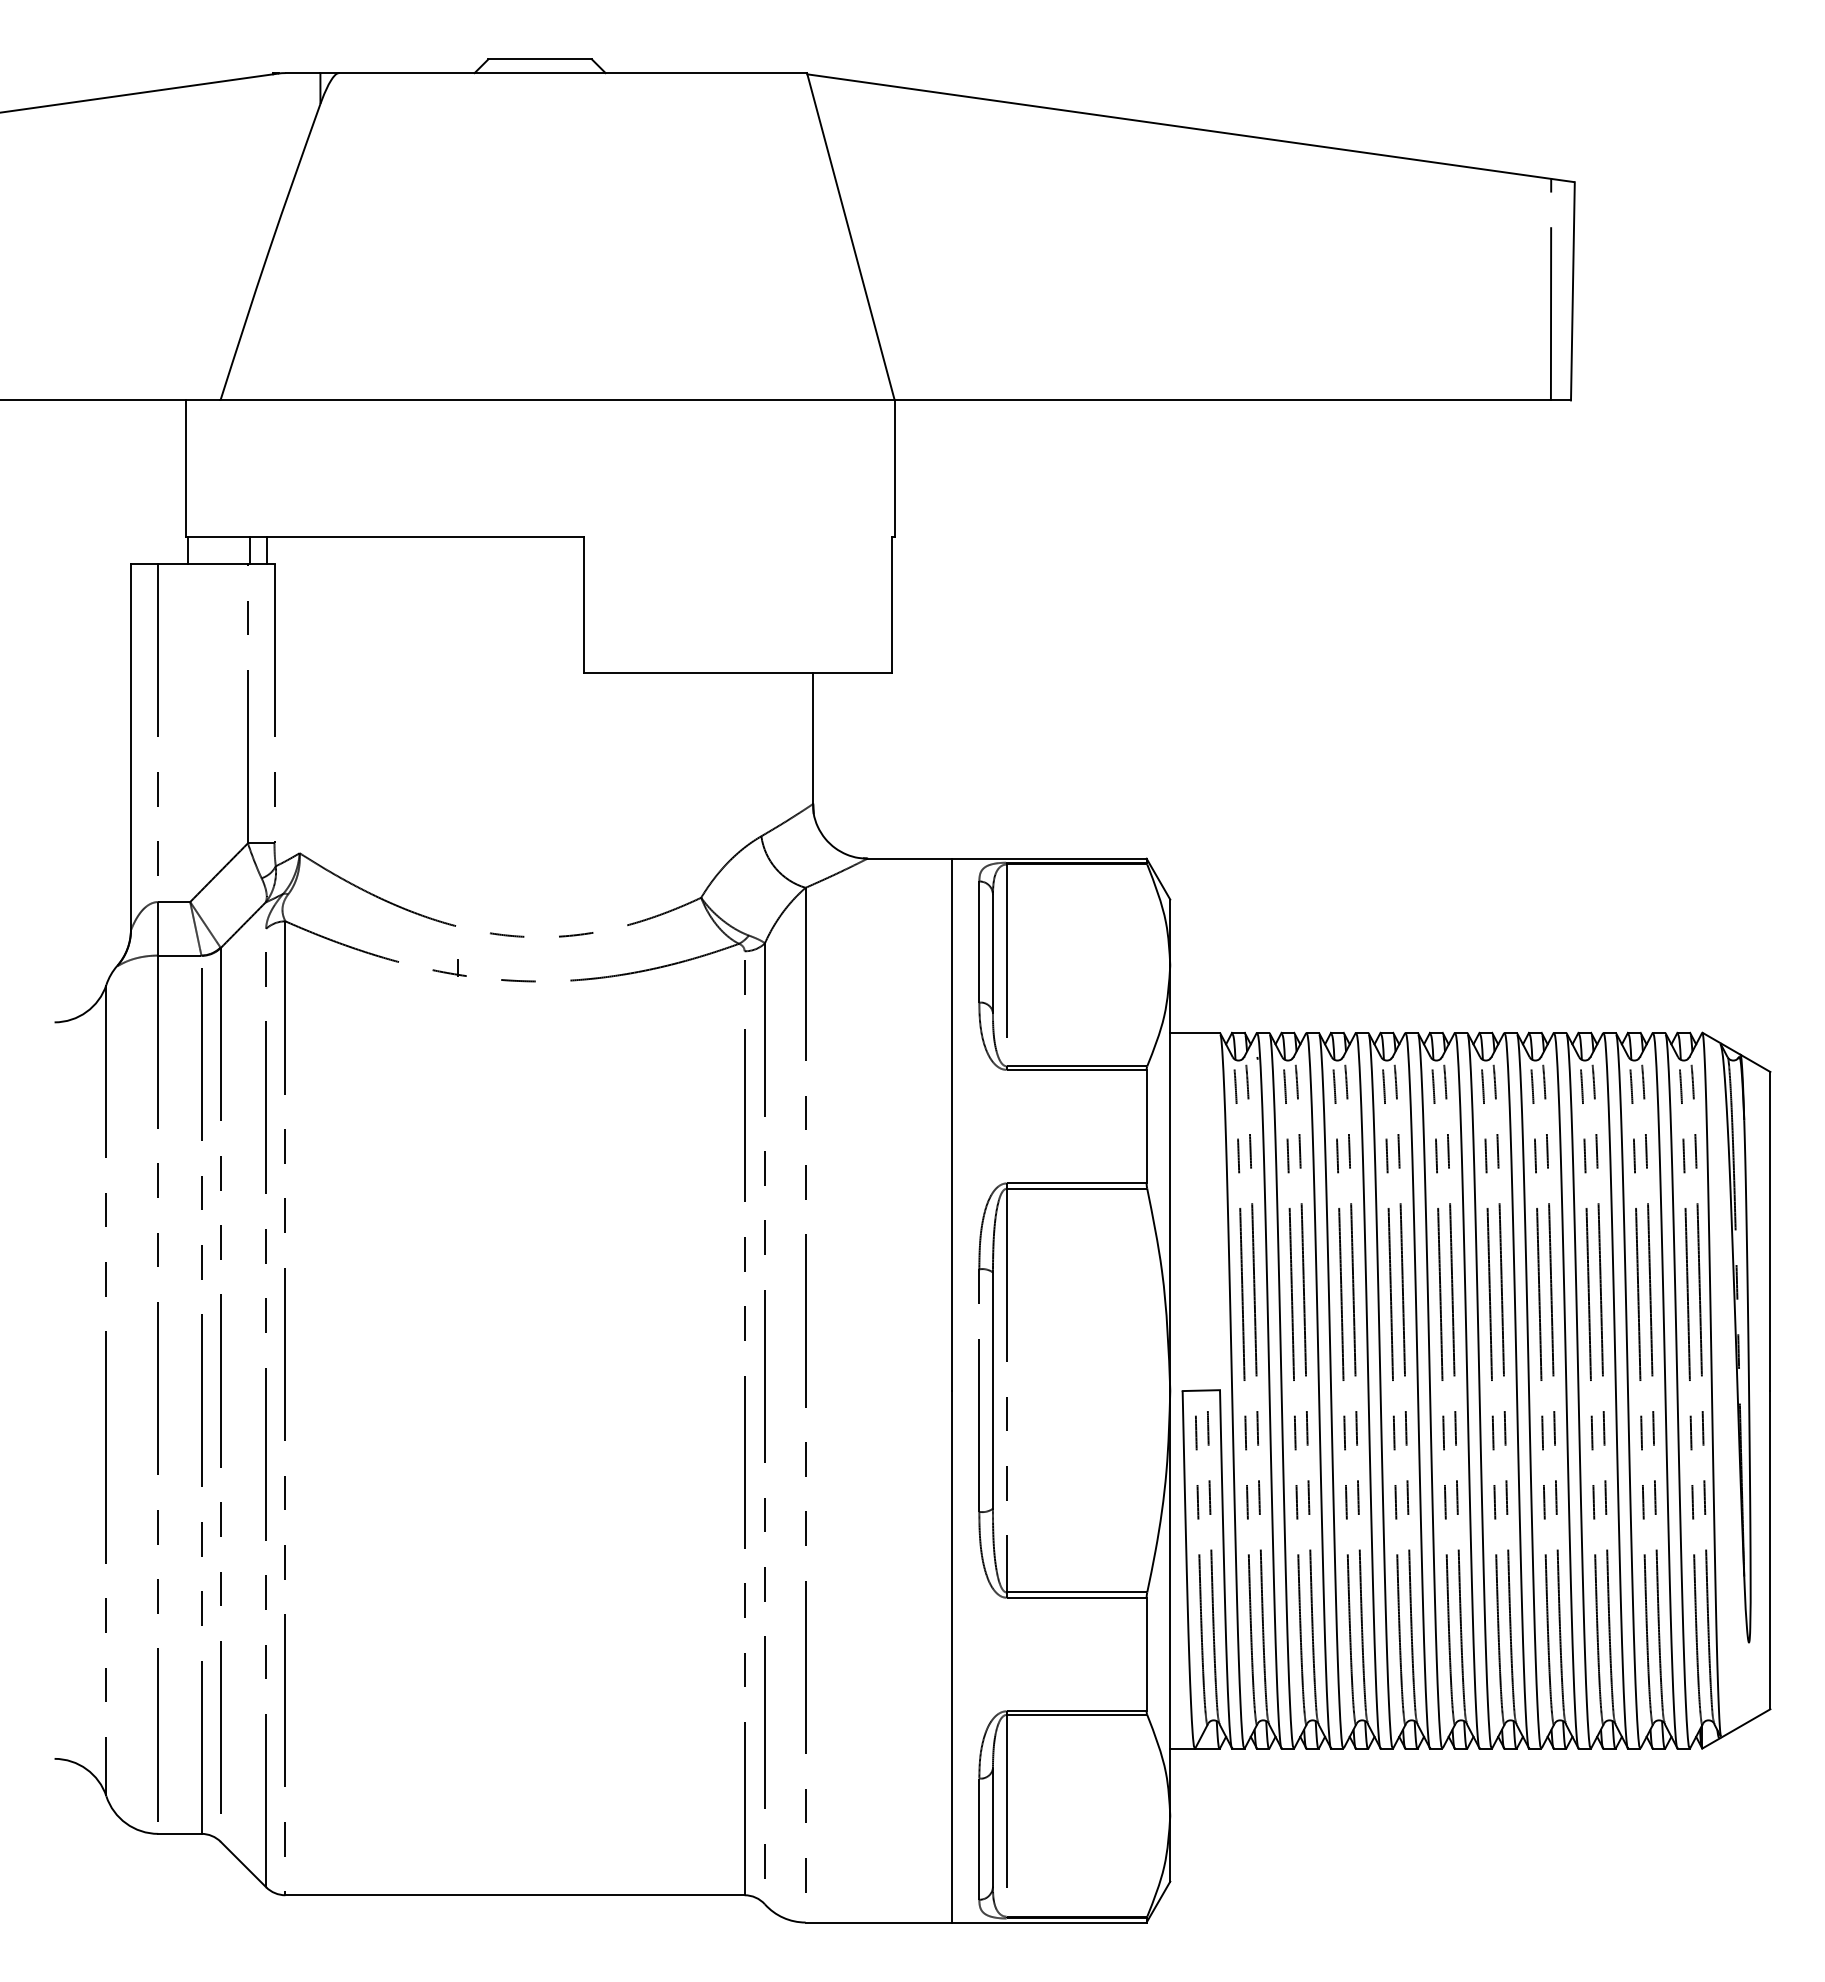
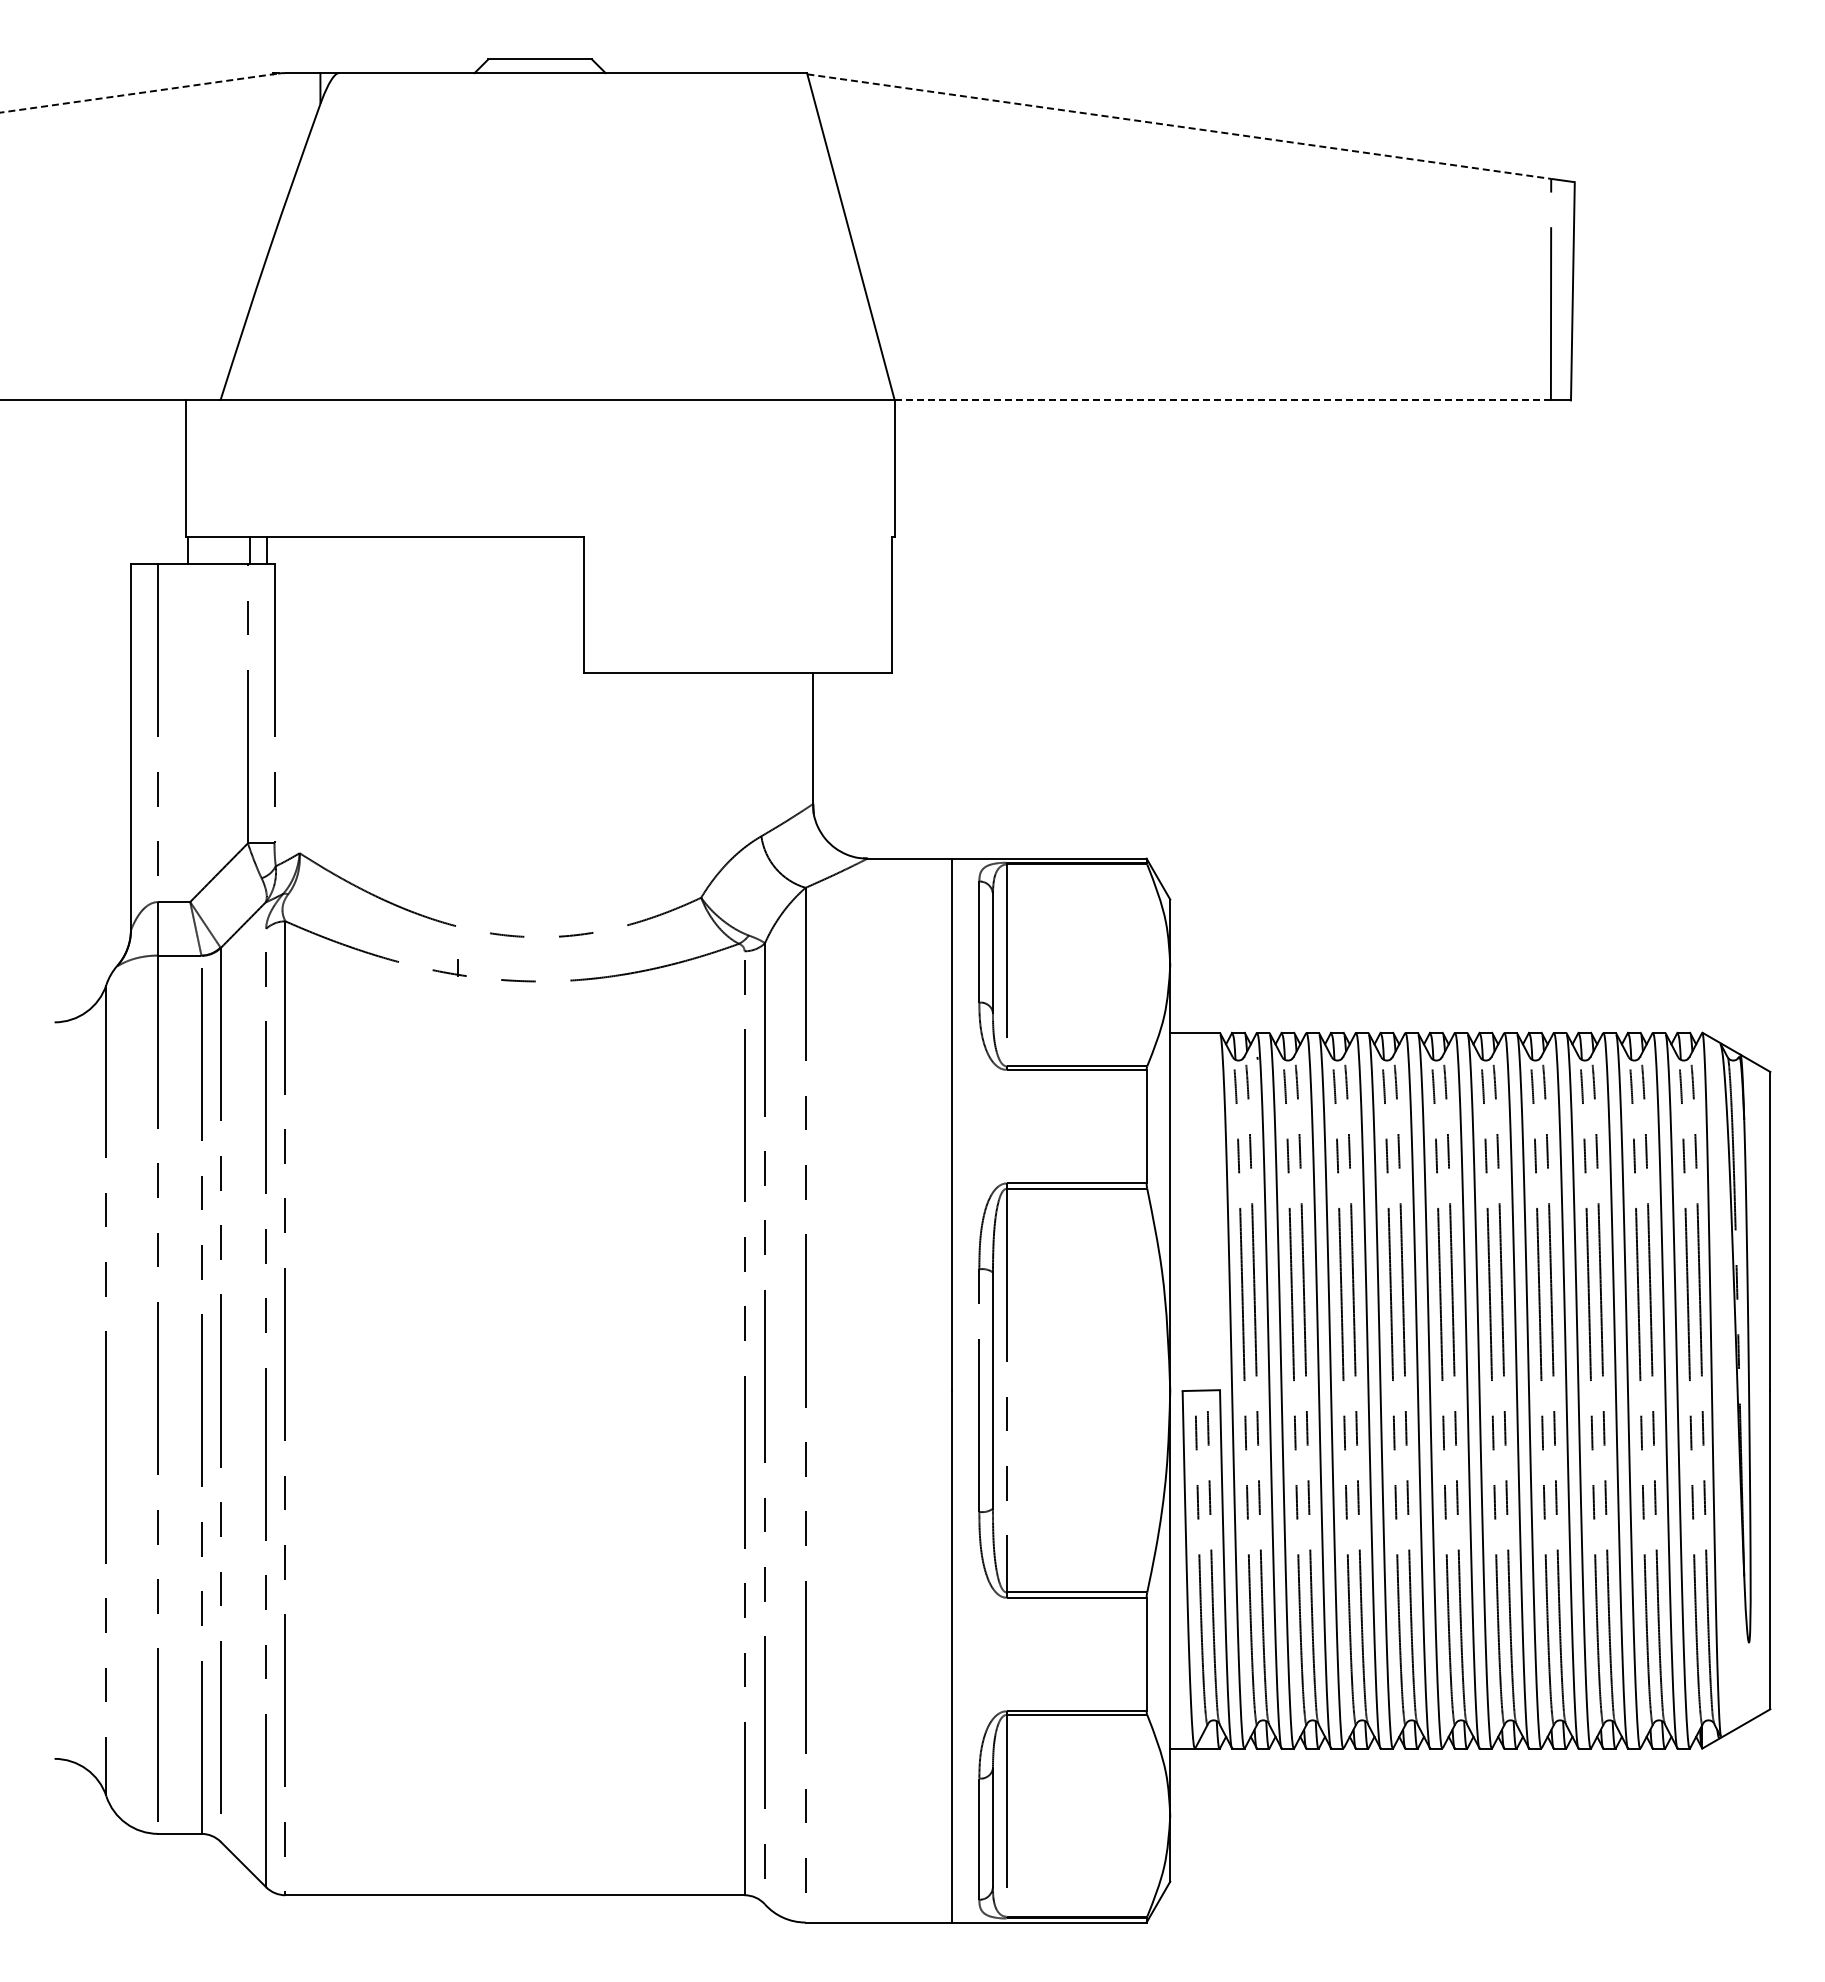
line at (139, 93): solid -> dashed
line at (1179, 126): solid -> dashed
line at (1223, 400): solid -> dashed
